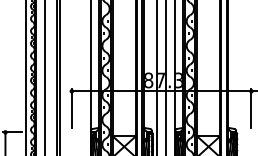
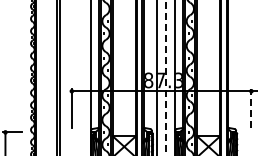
line at (26, 77): present -> none
line at (44, 77): present -> none
line at (165, 77): solid -> dashed
line at (251, 108): solid -> dashed
